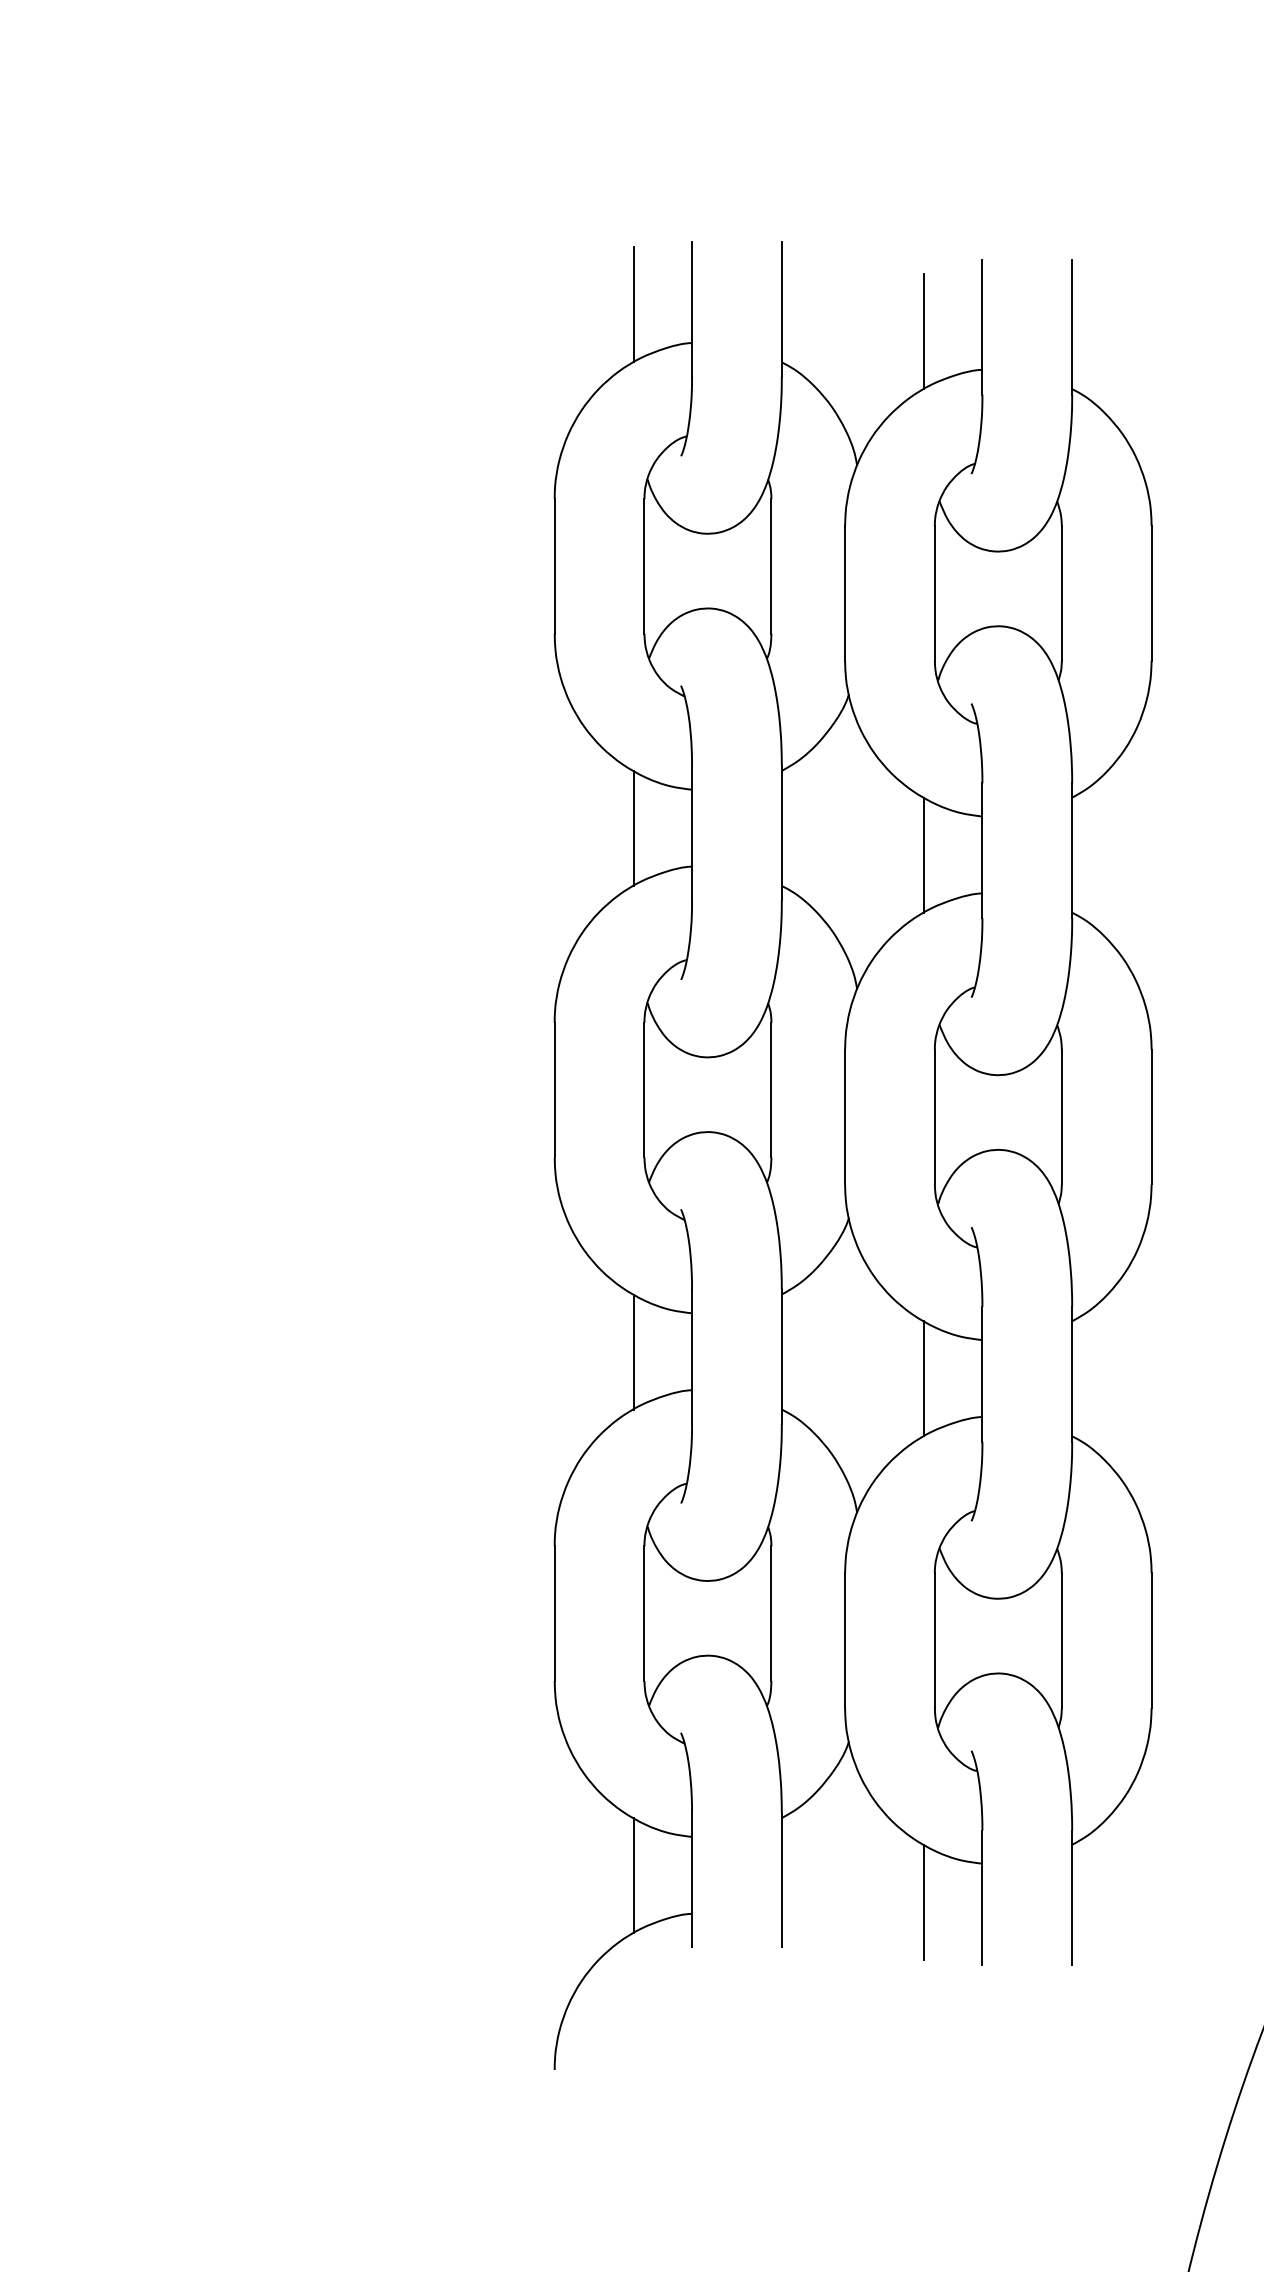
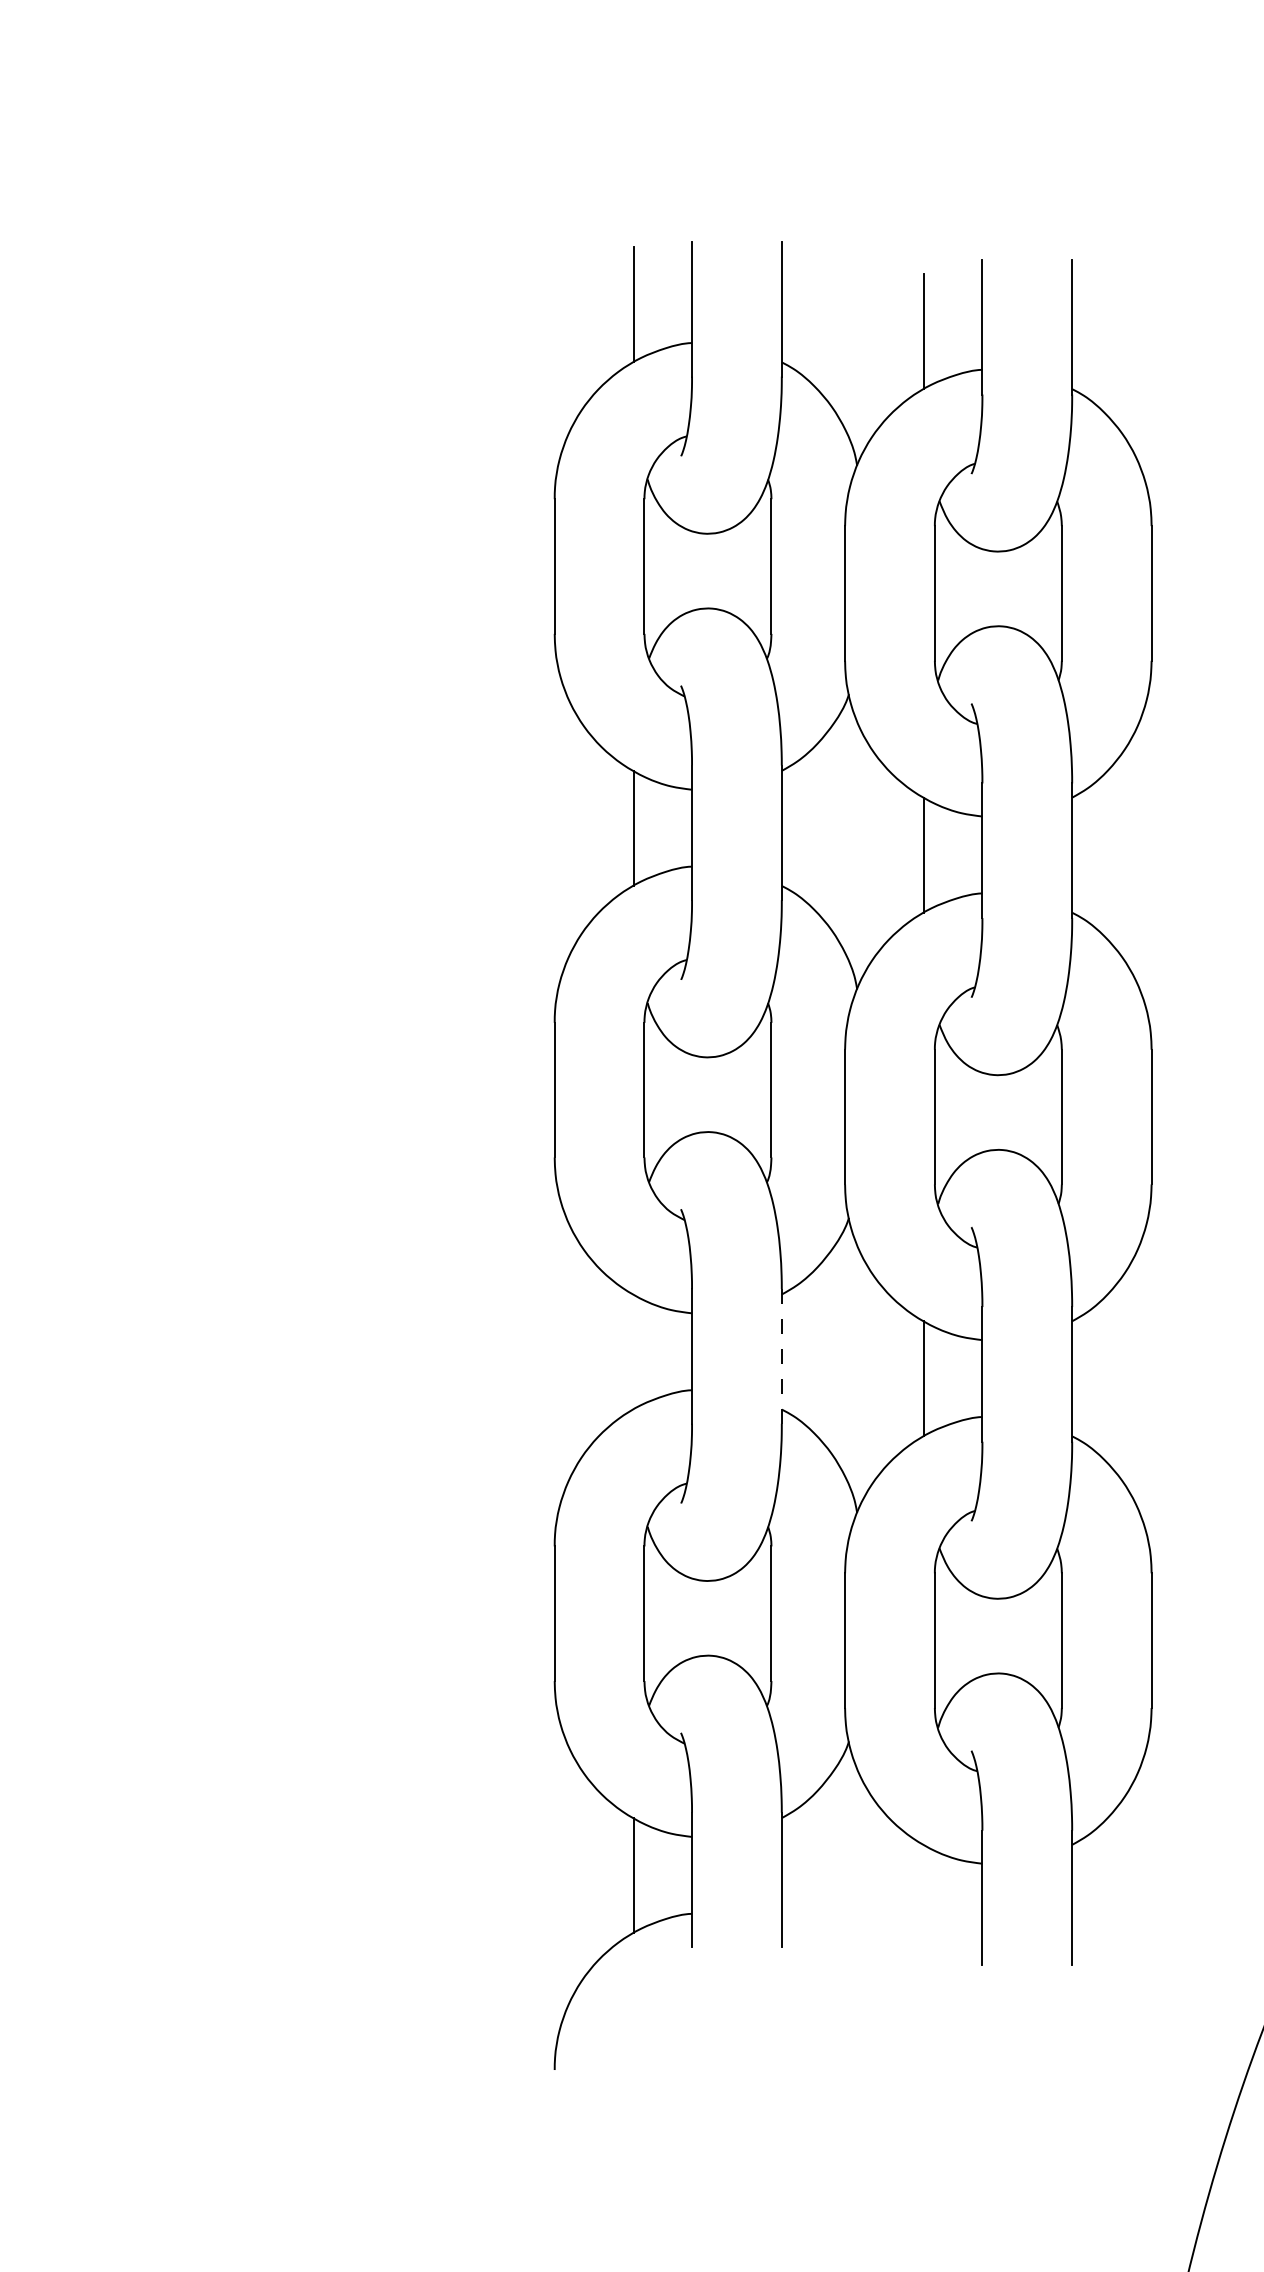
line at (634, 1351): present -> none
line at (781, 1355): solid -> dashed
line at (924, 1901): present -> none
